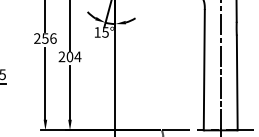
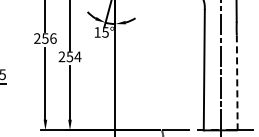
text at (69, 56): 204 -> 254
line at (237, 82): solid -> dashed
